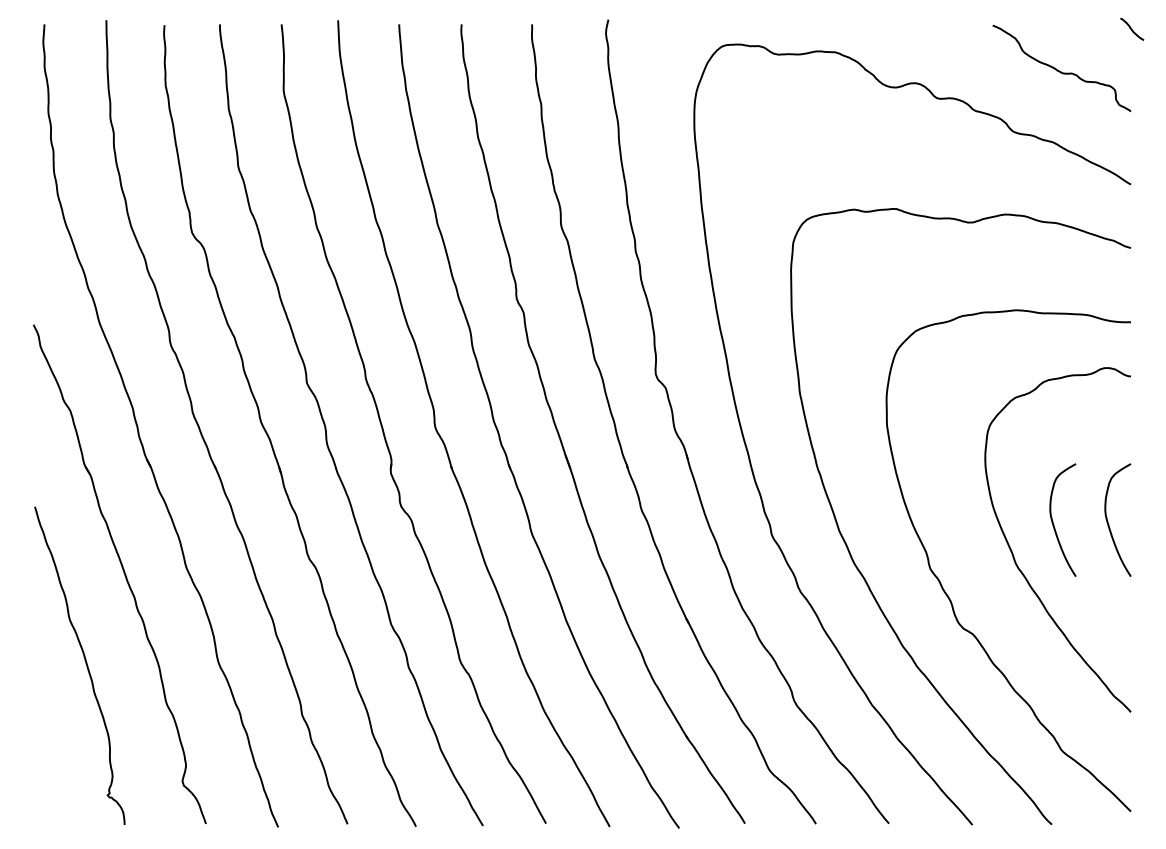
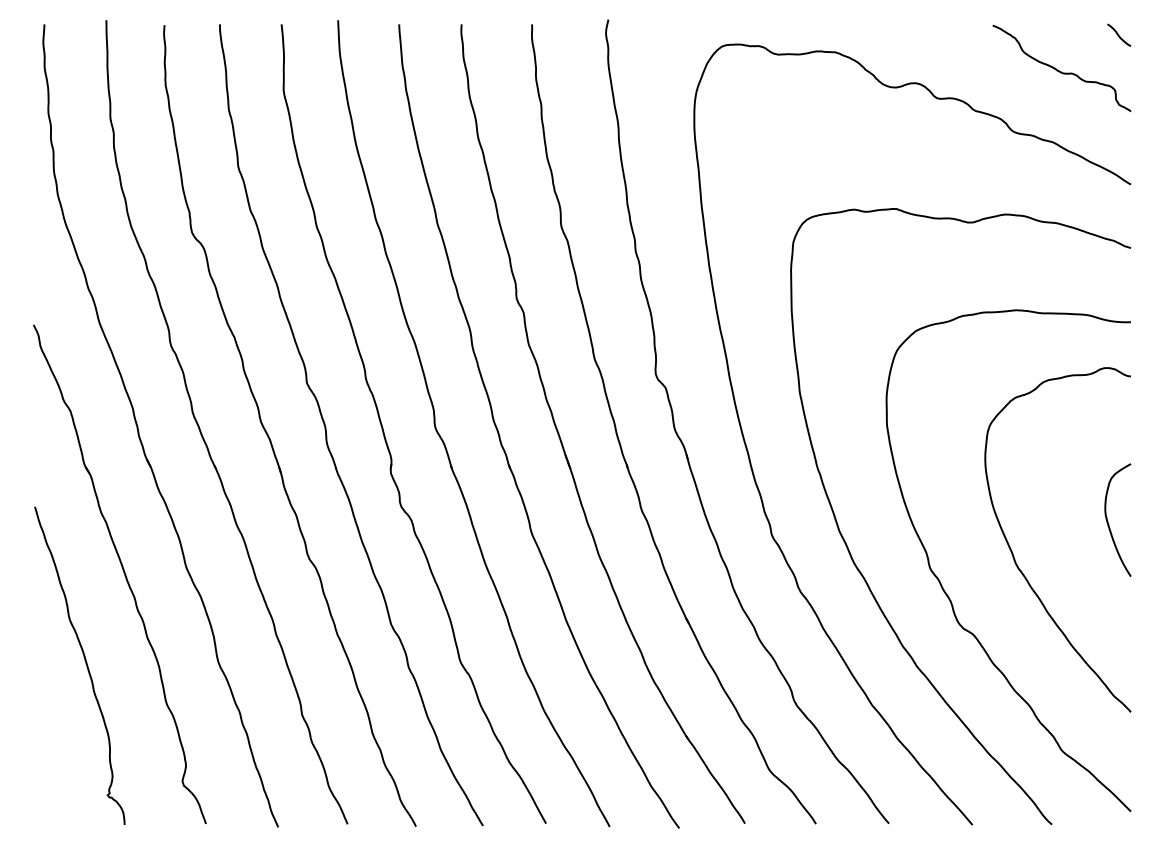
curve at (1131, 28) position: (1131, 28) -> (1118, 34)
curve at (1053, 521): present -> none
